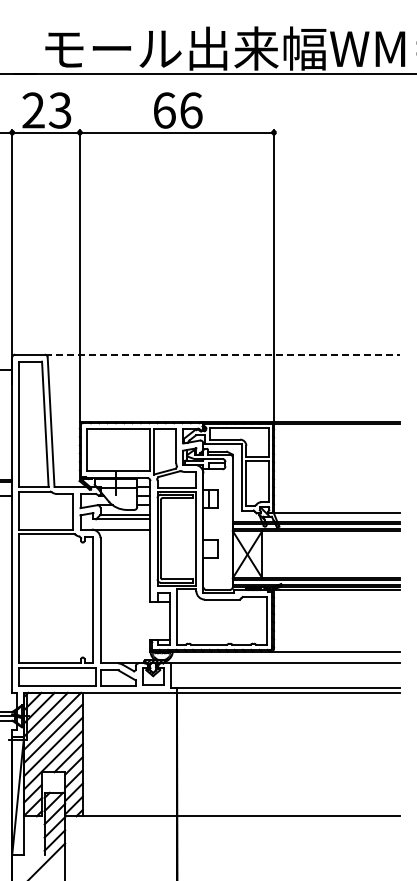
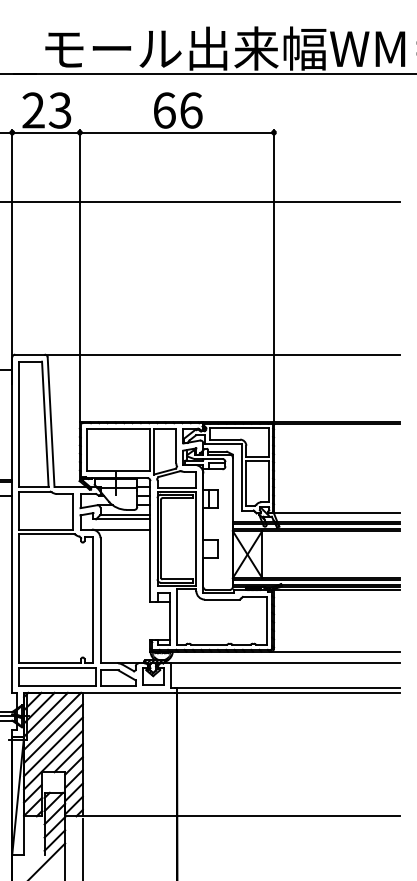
line at (201, 201): none -> present
line at (222, 354): dashed -> solid
line at (82, 848): none -> present
